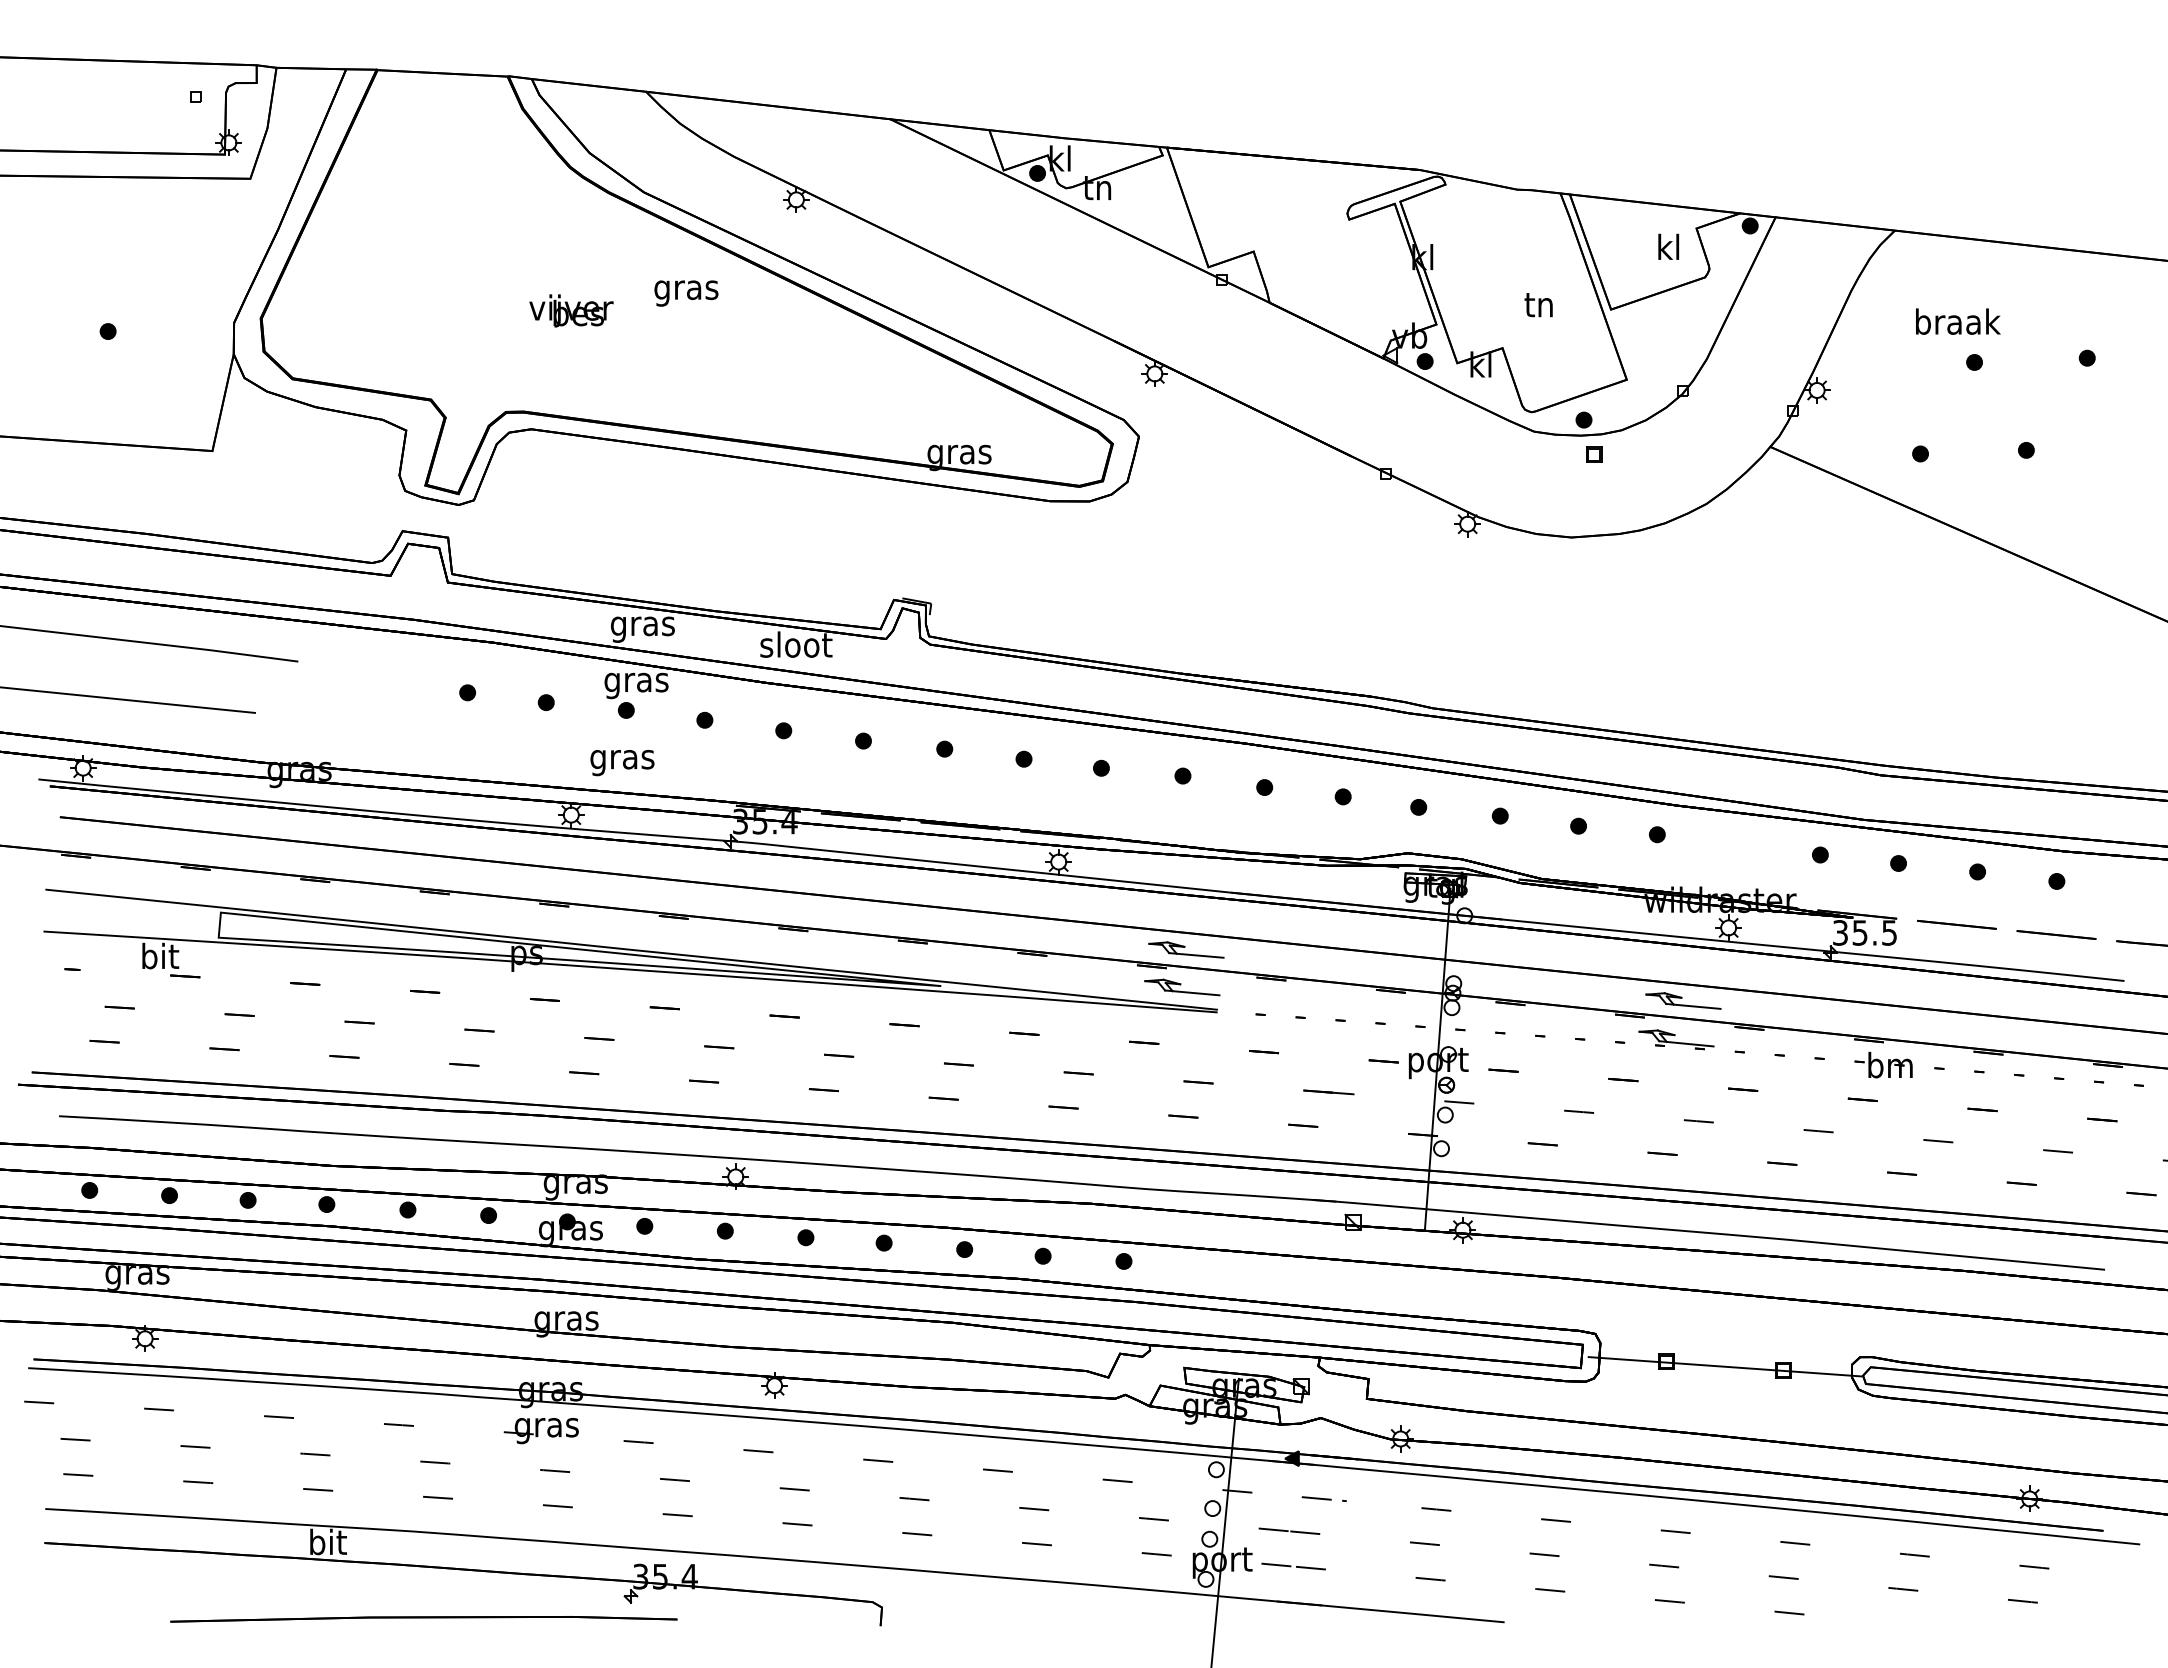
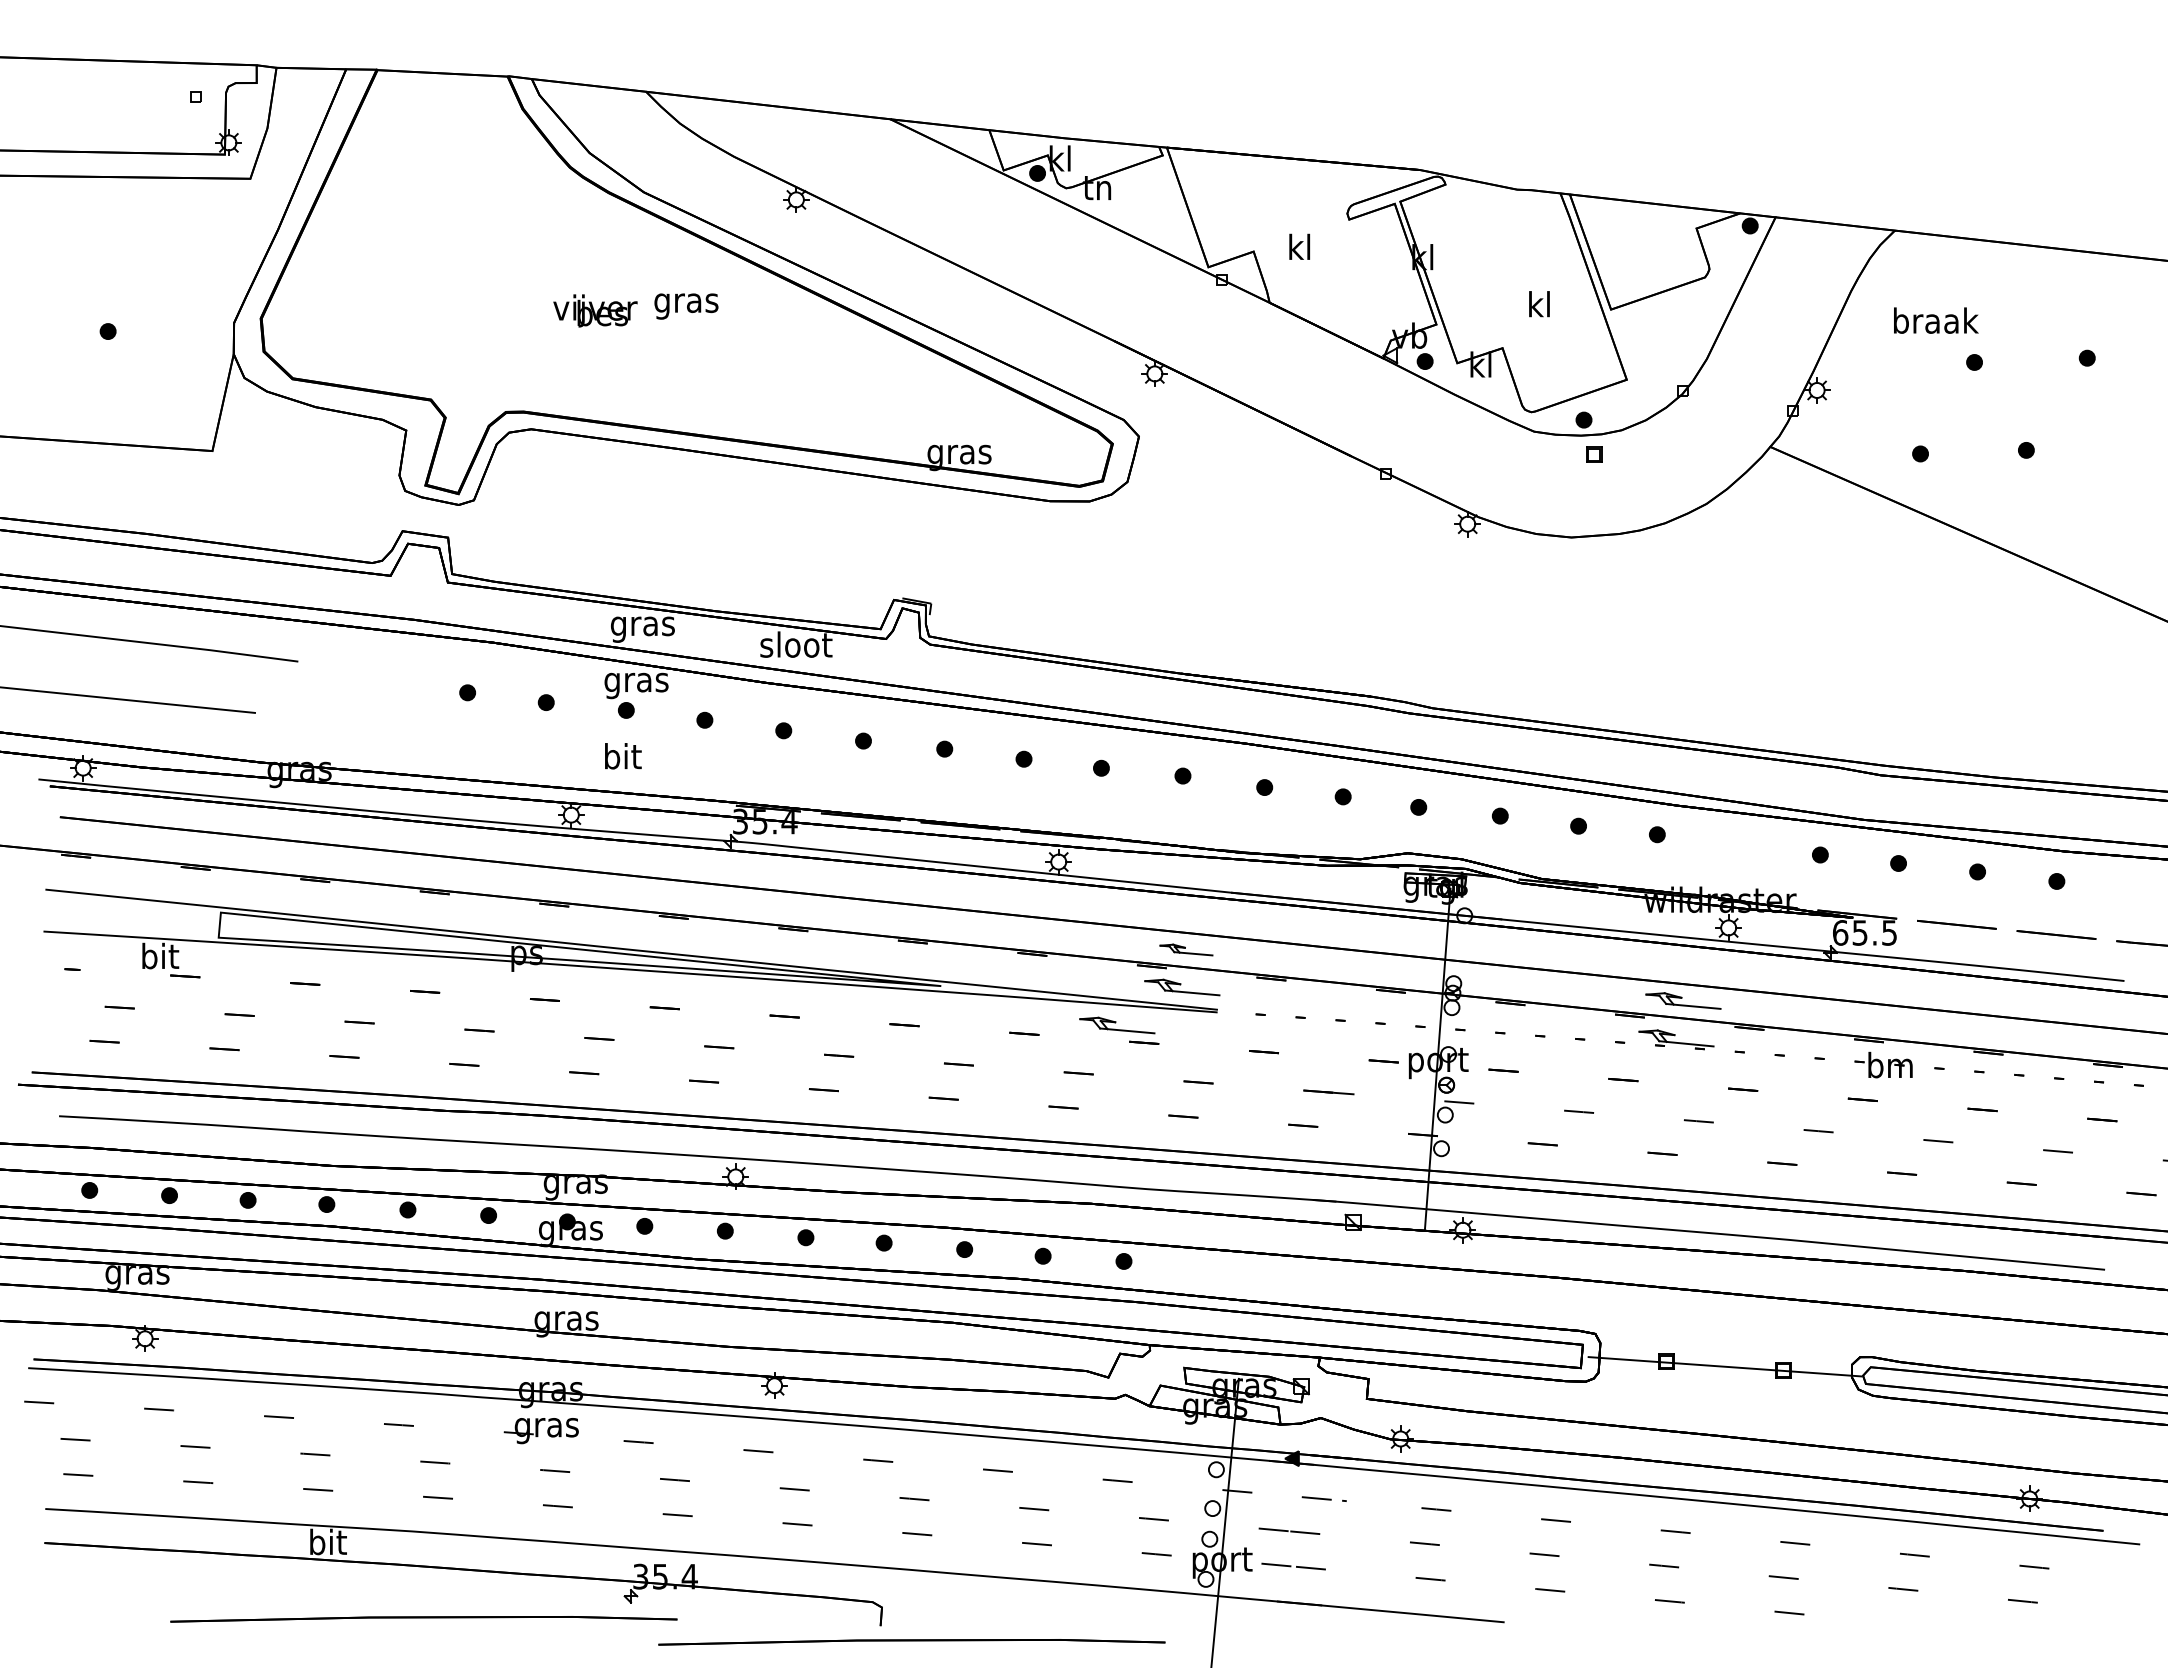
text at (1668, 246) position: (1668, 246) -> (1299, 246)
text at (686, 293) position: (686, 293) -> (686, 306)
text at (1538, 304): tn -> kl
text at (571, 310) position: (571, 310) -> (595, 310)
text at (1958, 321) position: (1958, 321) -> (1936, 320)
text at (622, 759): gras -> bit
text at (1840, 932): 35.5 -> 65.5
part at (1186, 949) size: 77x18 px -> 55x14 px
part at (1117, 1025): none -> present
part at (911, 1642): none -> present
